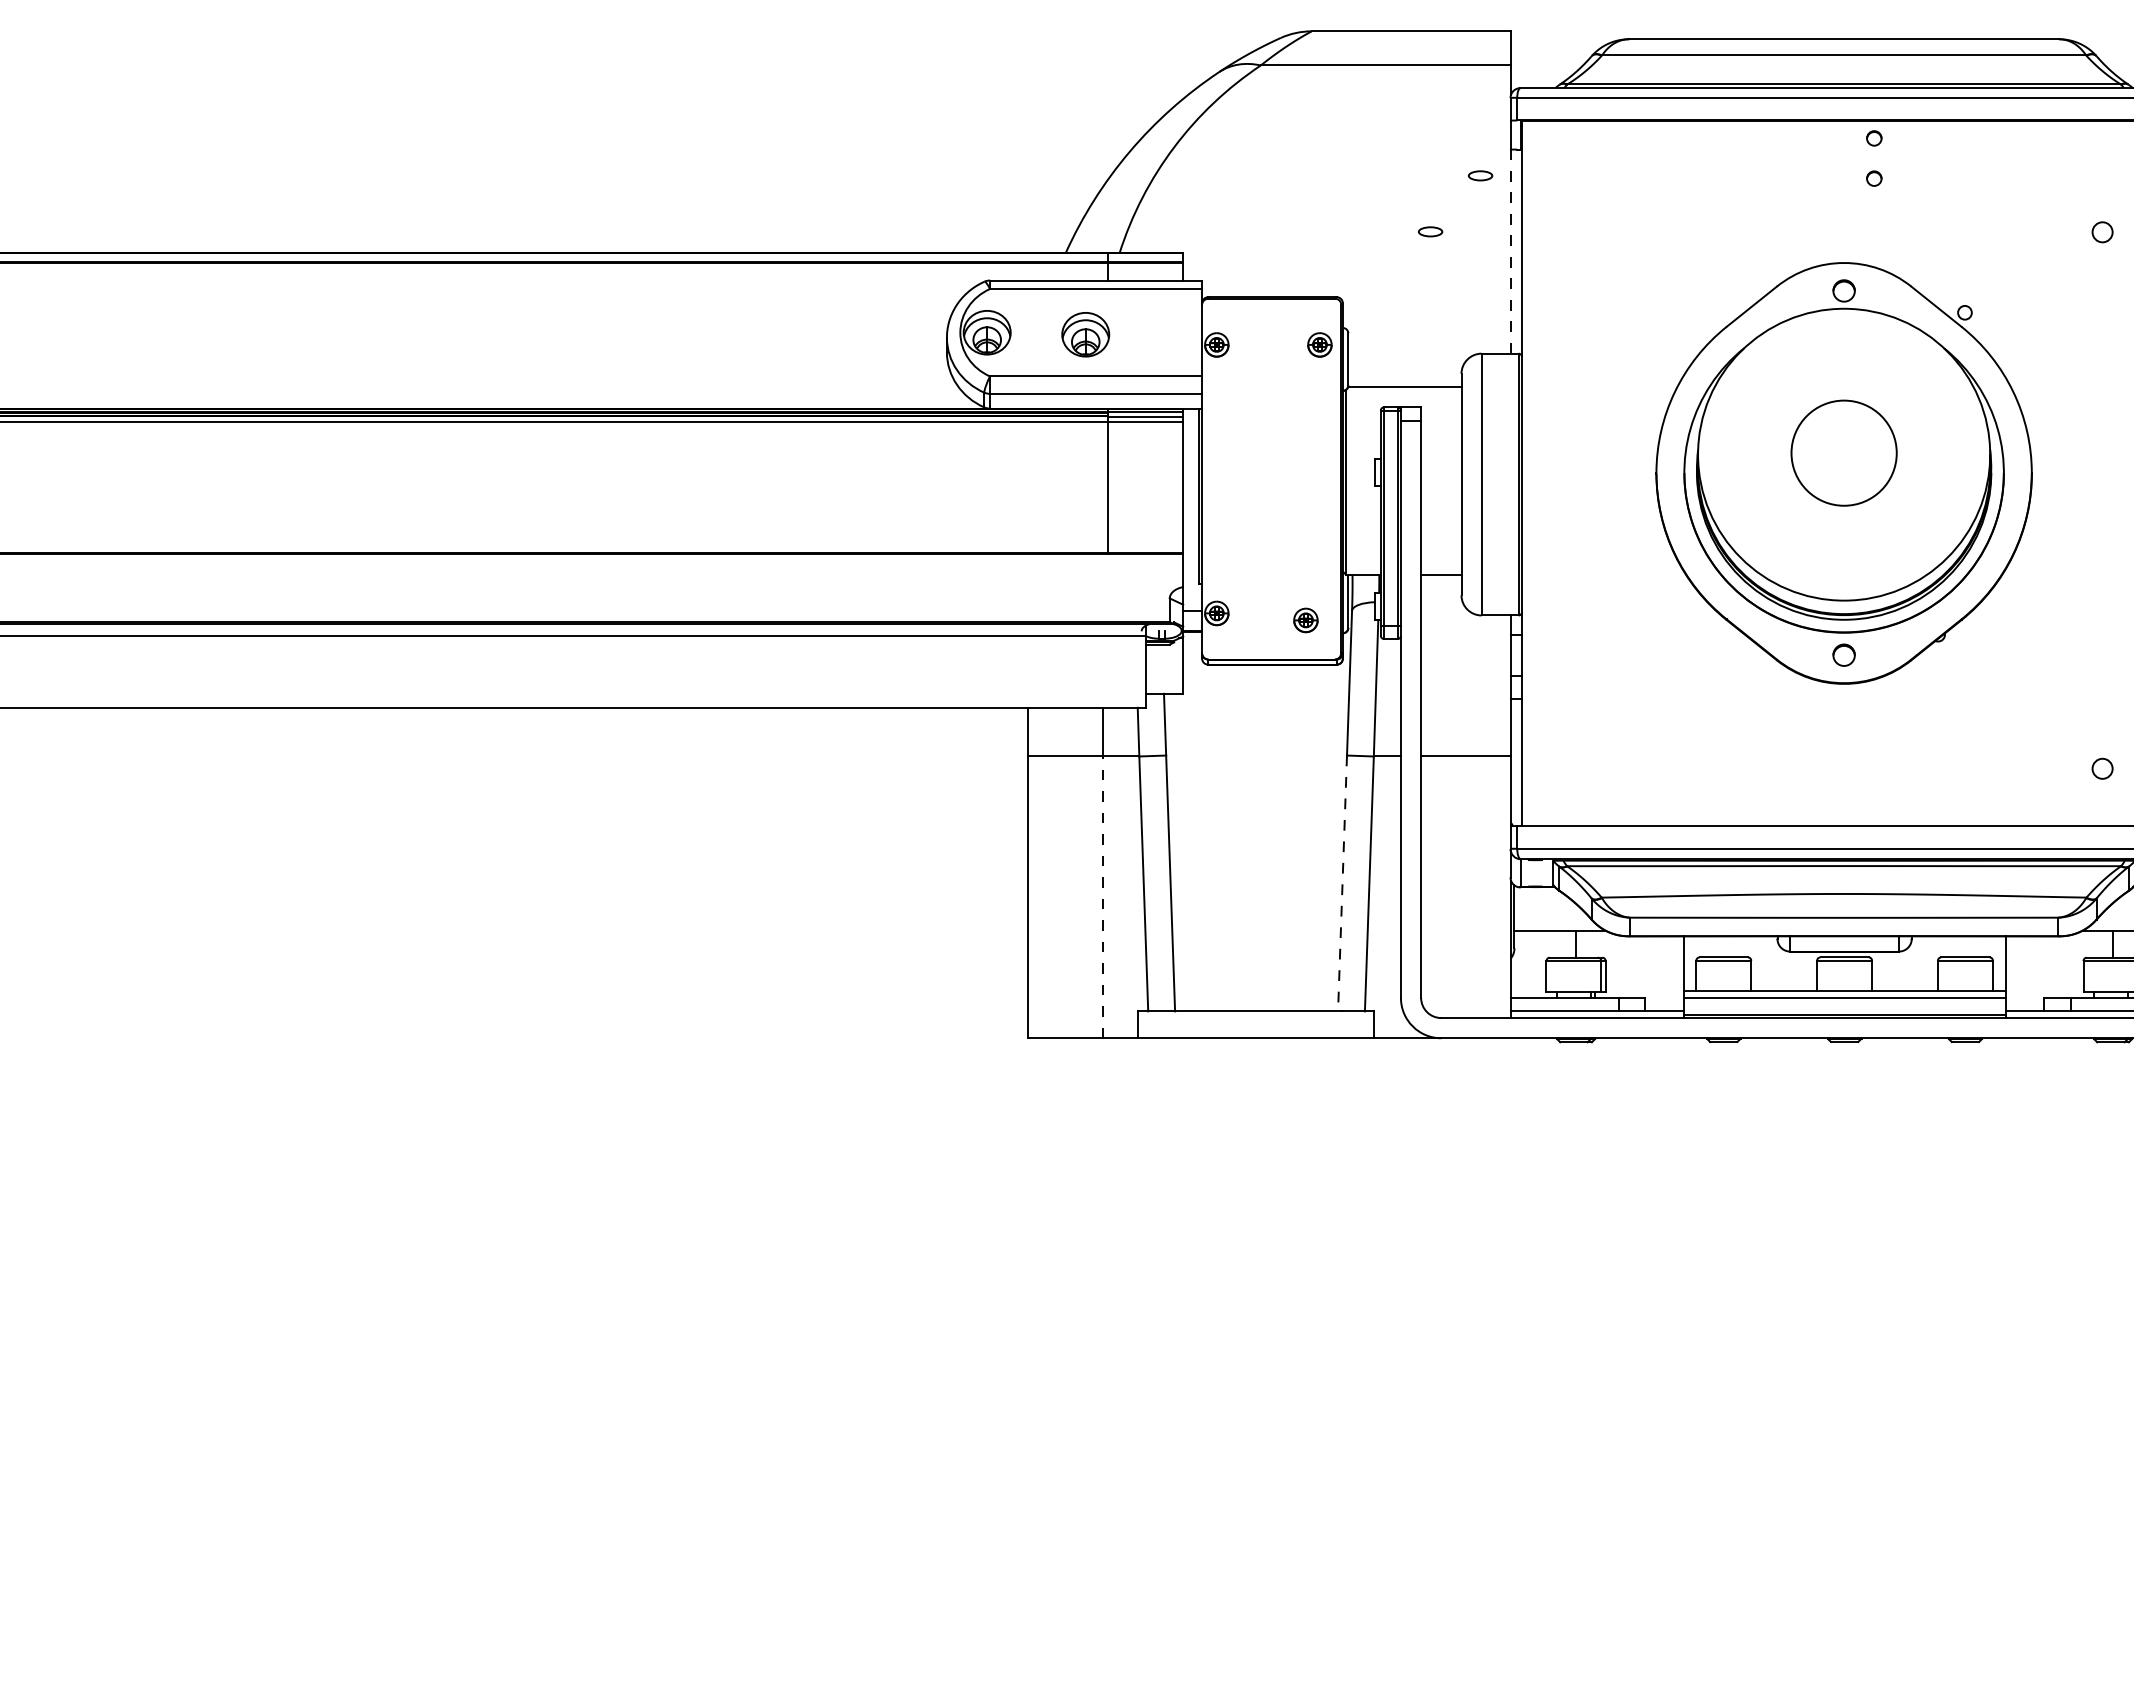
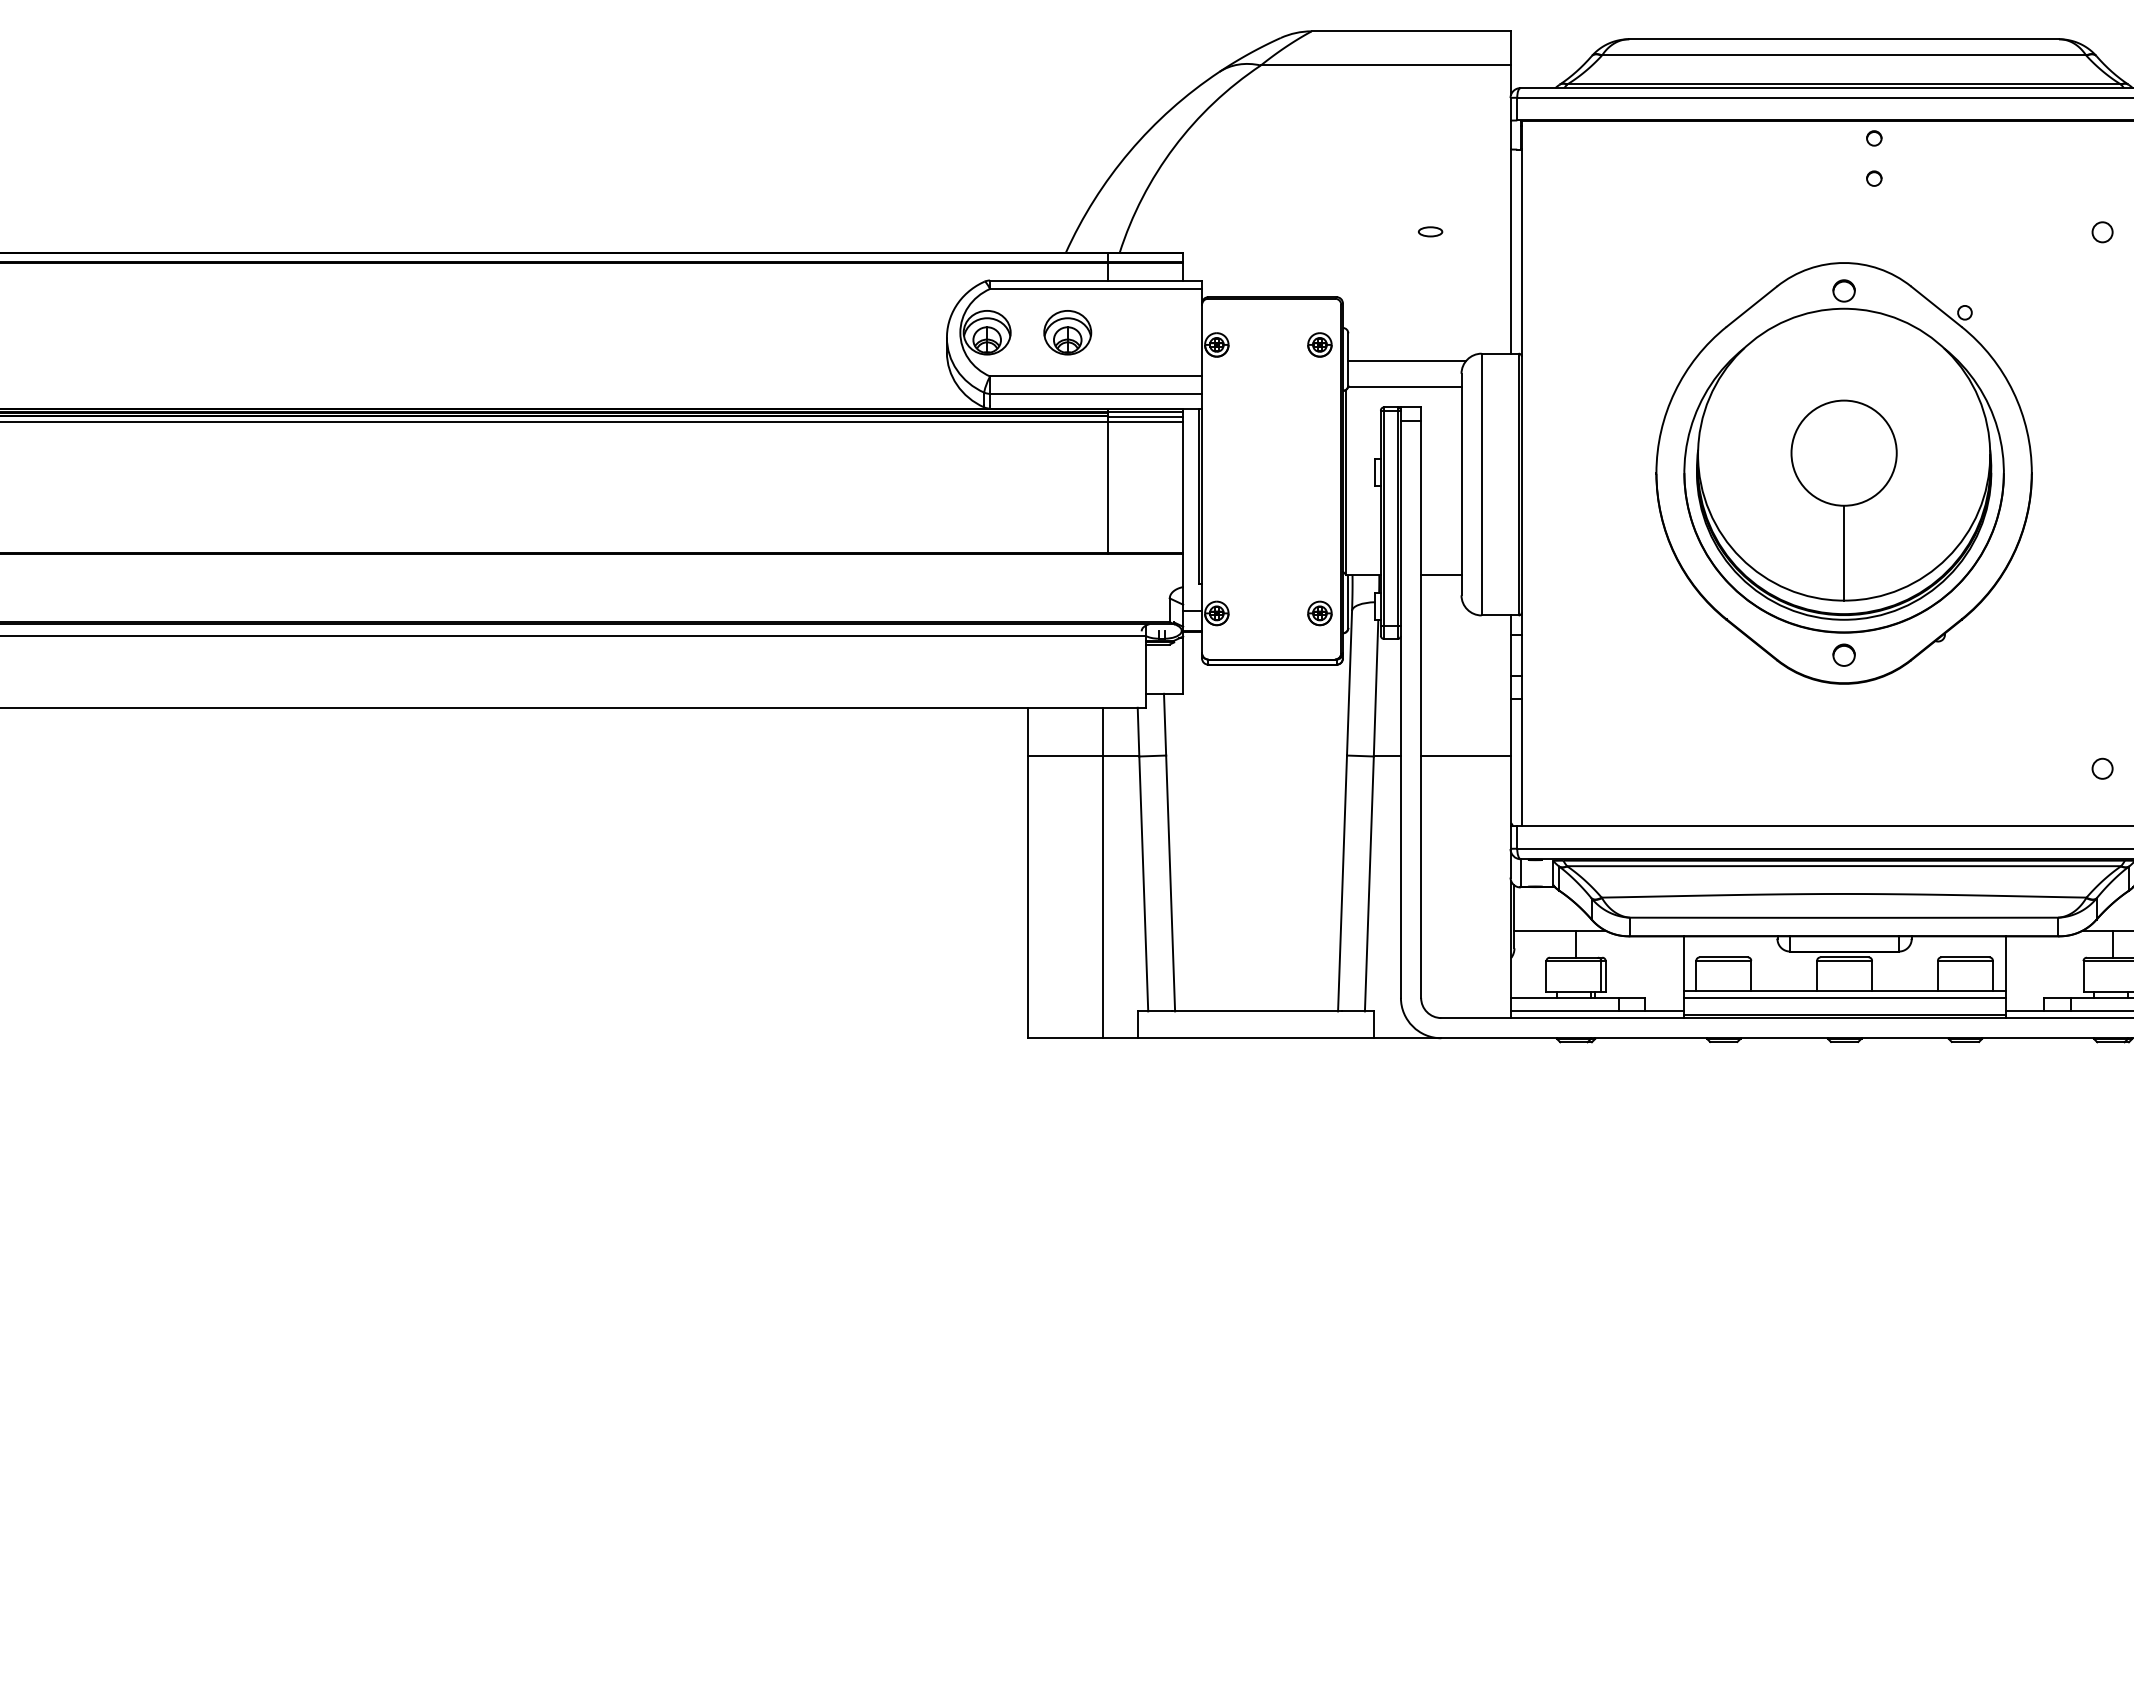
part at (1480, 175): present -> none
line at (1511, 252): dashed -> solid
part at (1085, 334) position: (1085, 334) -> (1067, 332)
line at (1407, 361): none -> present
line at (1844, 552): none -> present
part at (1305, 620) position: (1305, 620) -> (1319, 613)
line at (1342, 883): dashed -> solid
line at (1102, 897): dashed -> solid
